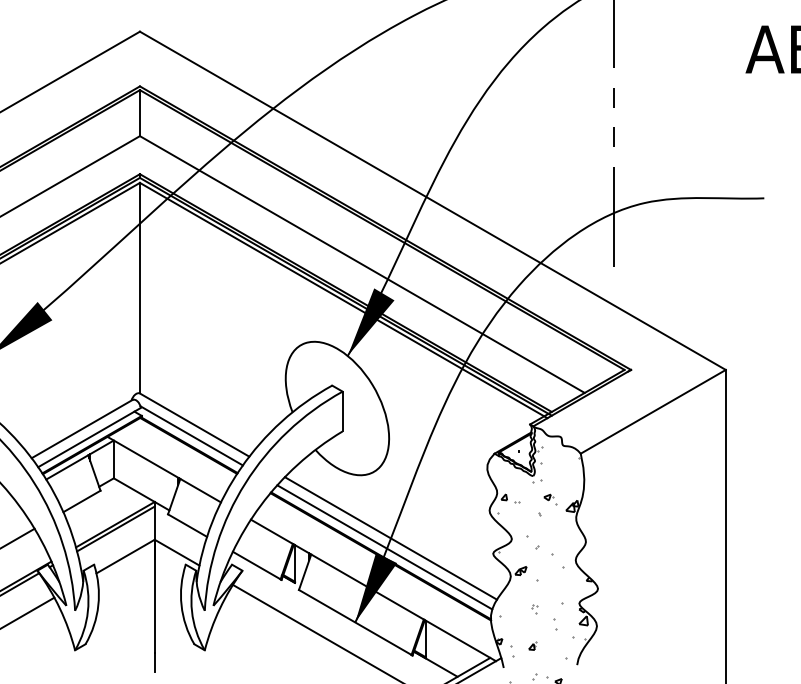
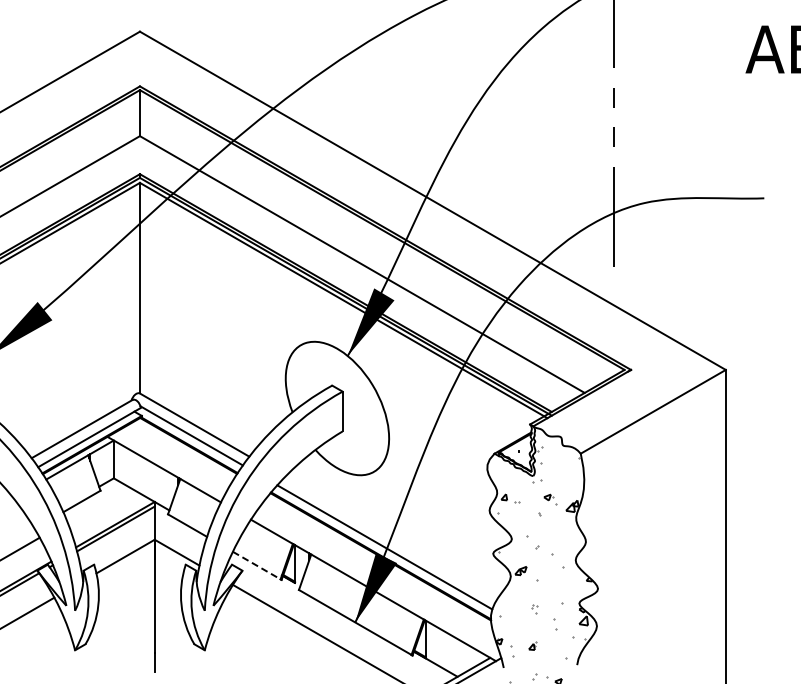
line at (18, 537) position: (18, 537) -> (20, 548)
line at (390, 538): present -> none
line at (256, 565): solid -> dashed
